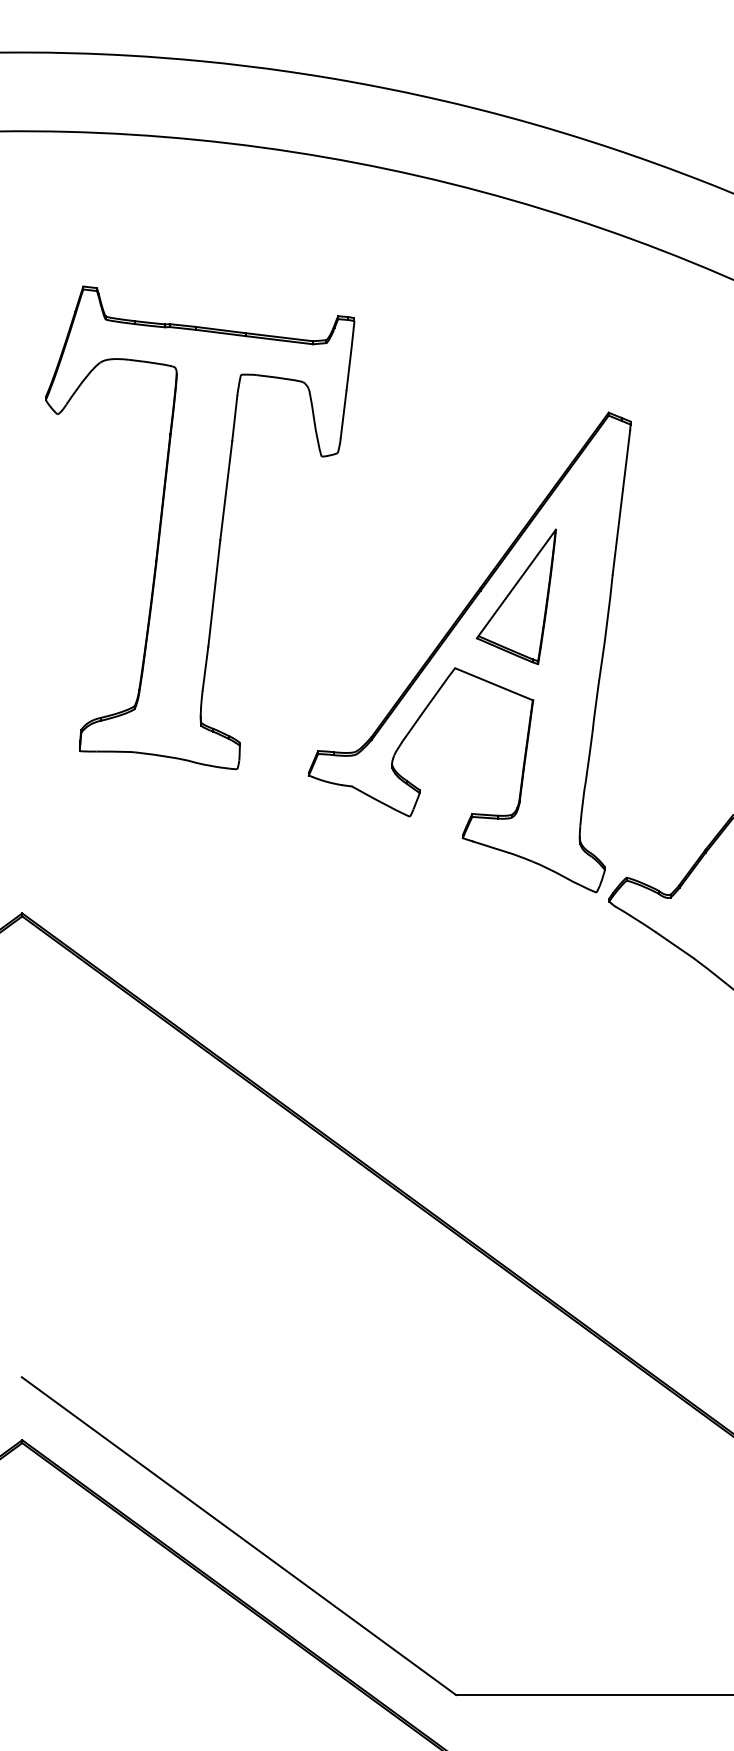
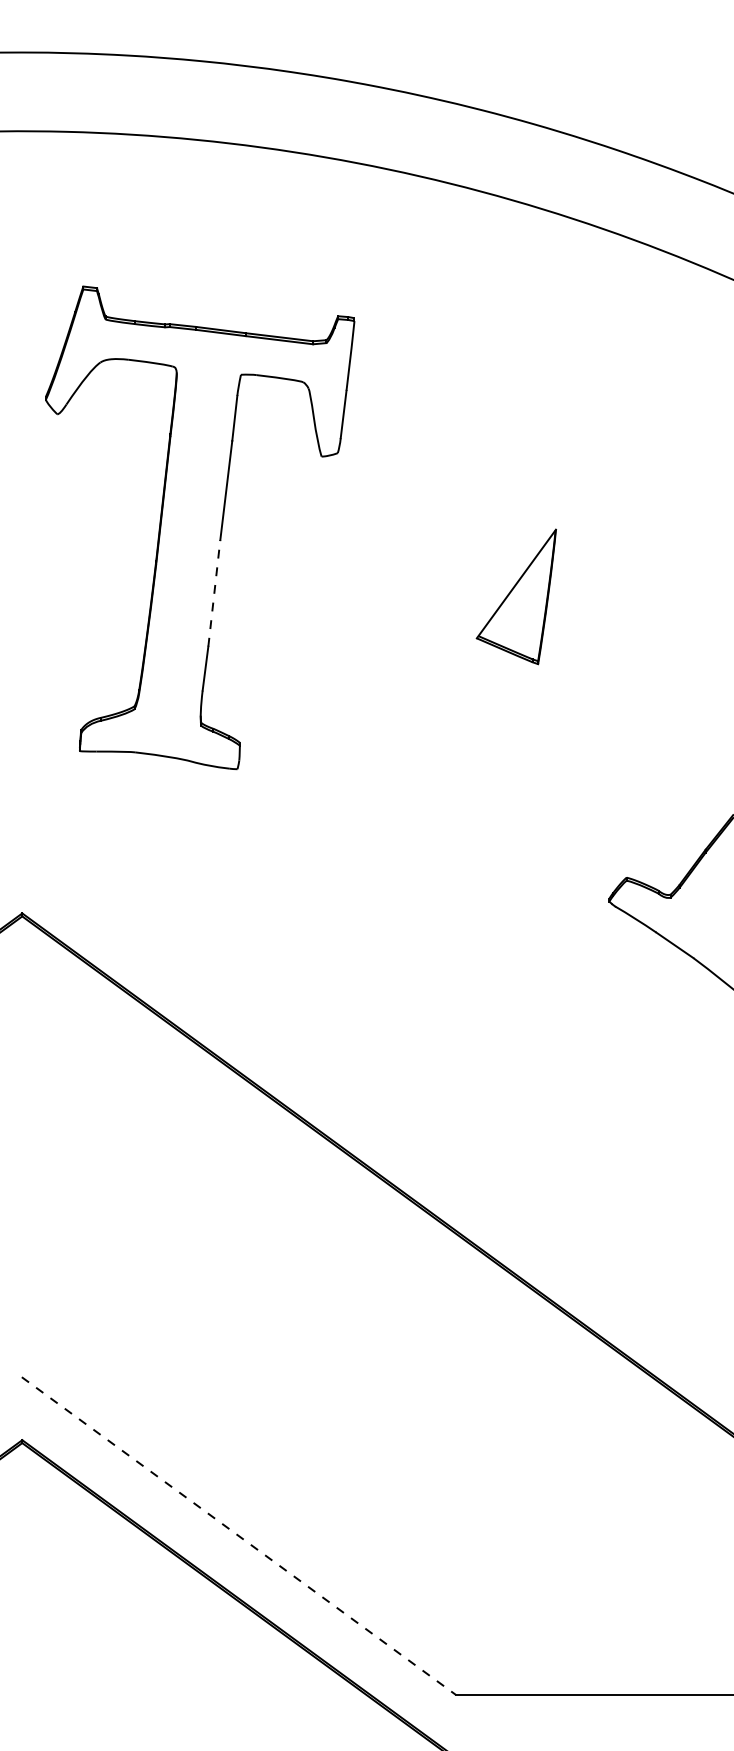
line at (214, 593): solid -> dashed
part at (469, 652): present -> none
line at (239, 1536): solid -> dashed
